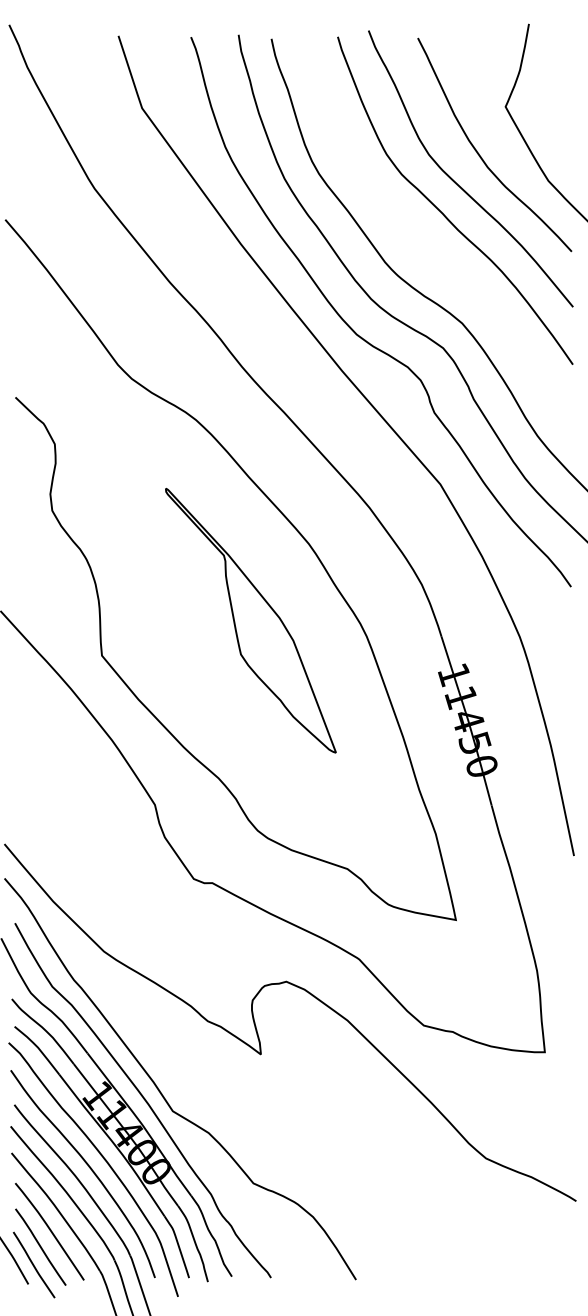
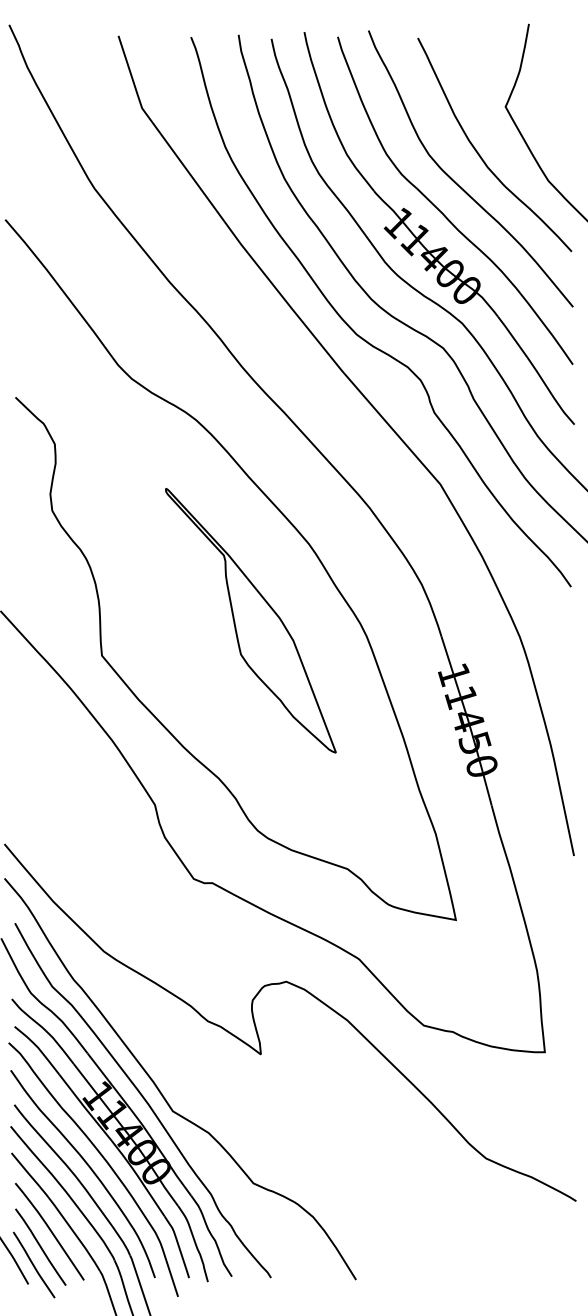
part at (428, 230): none -> present
